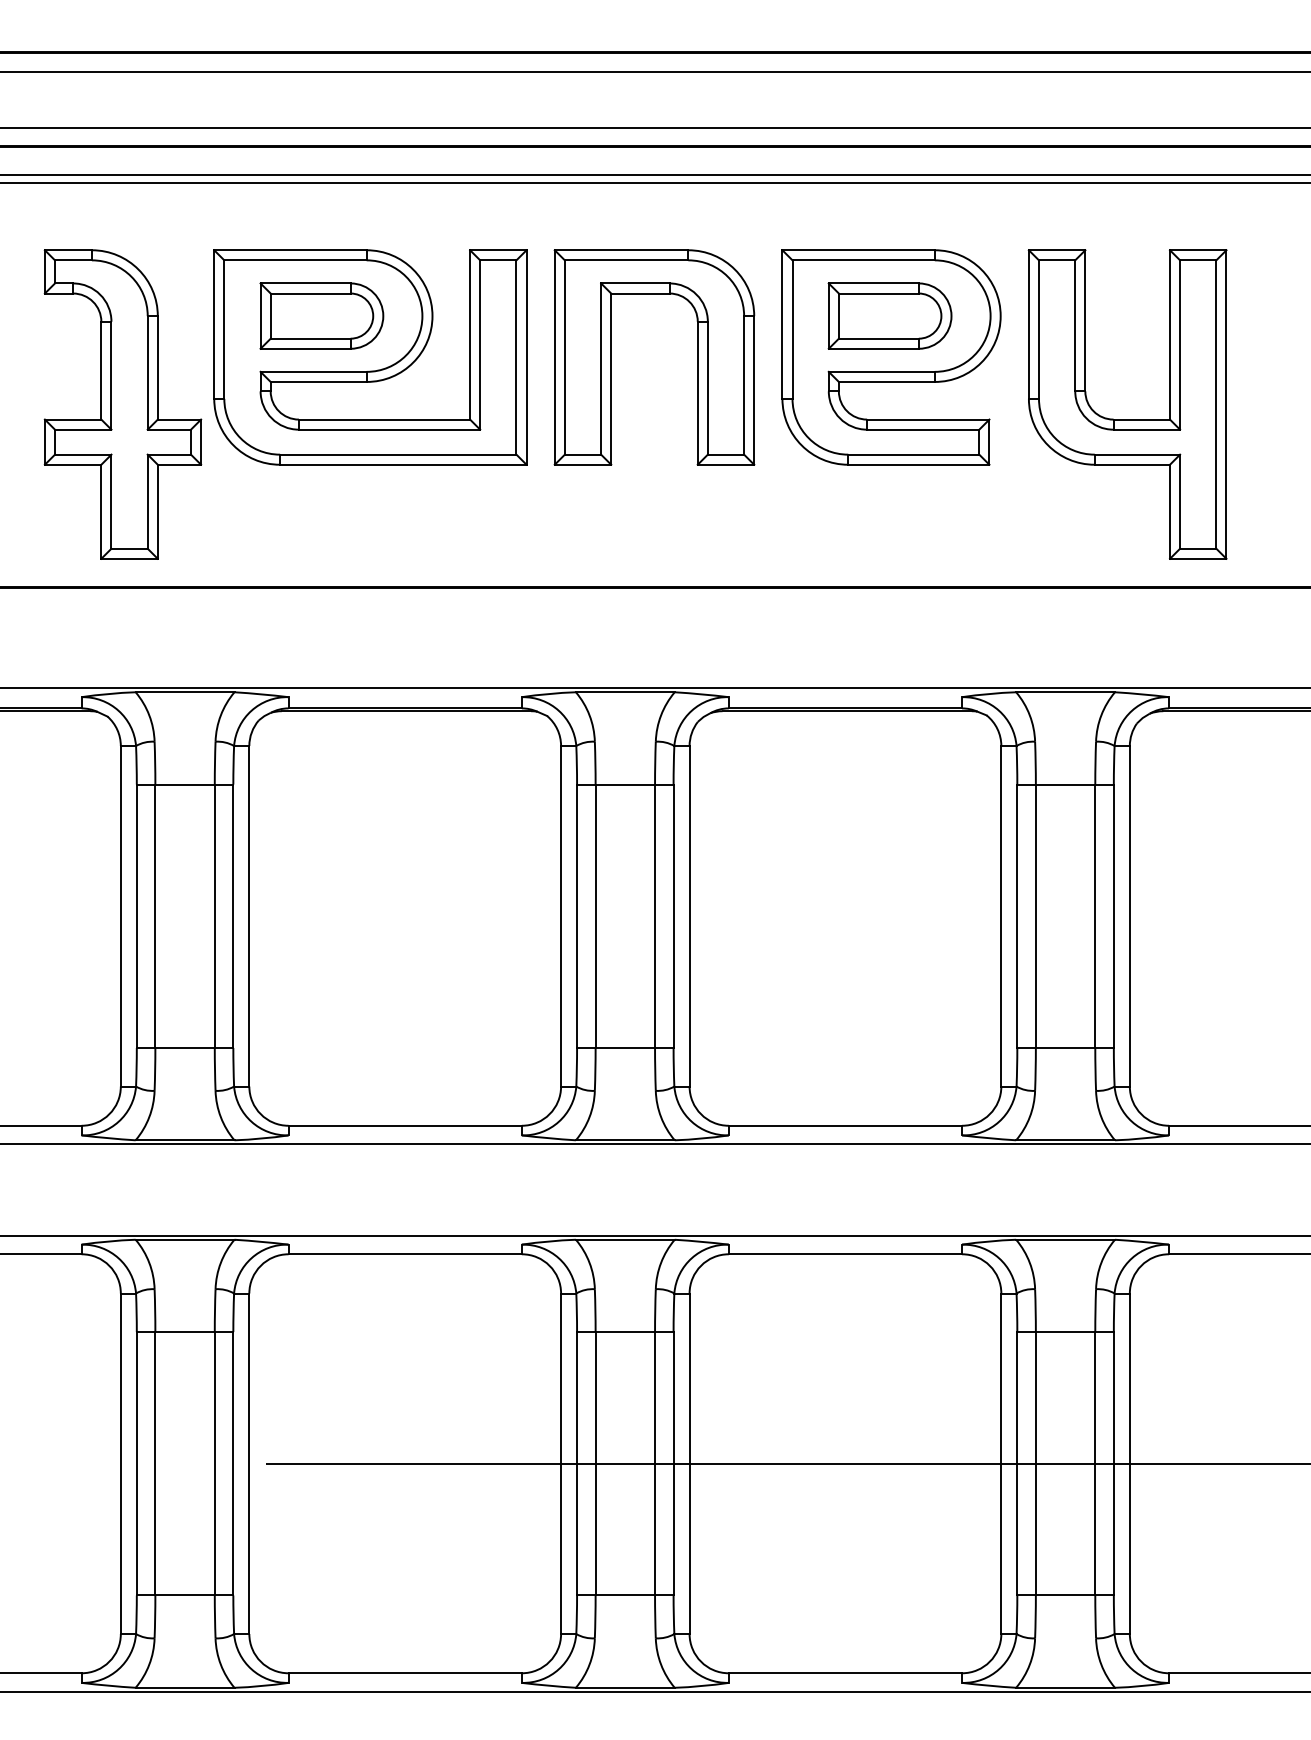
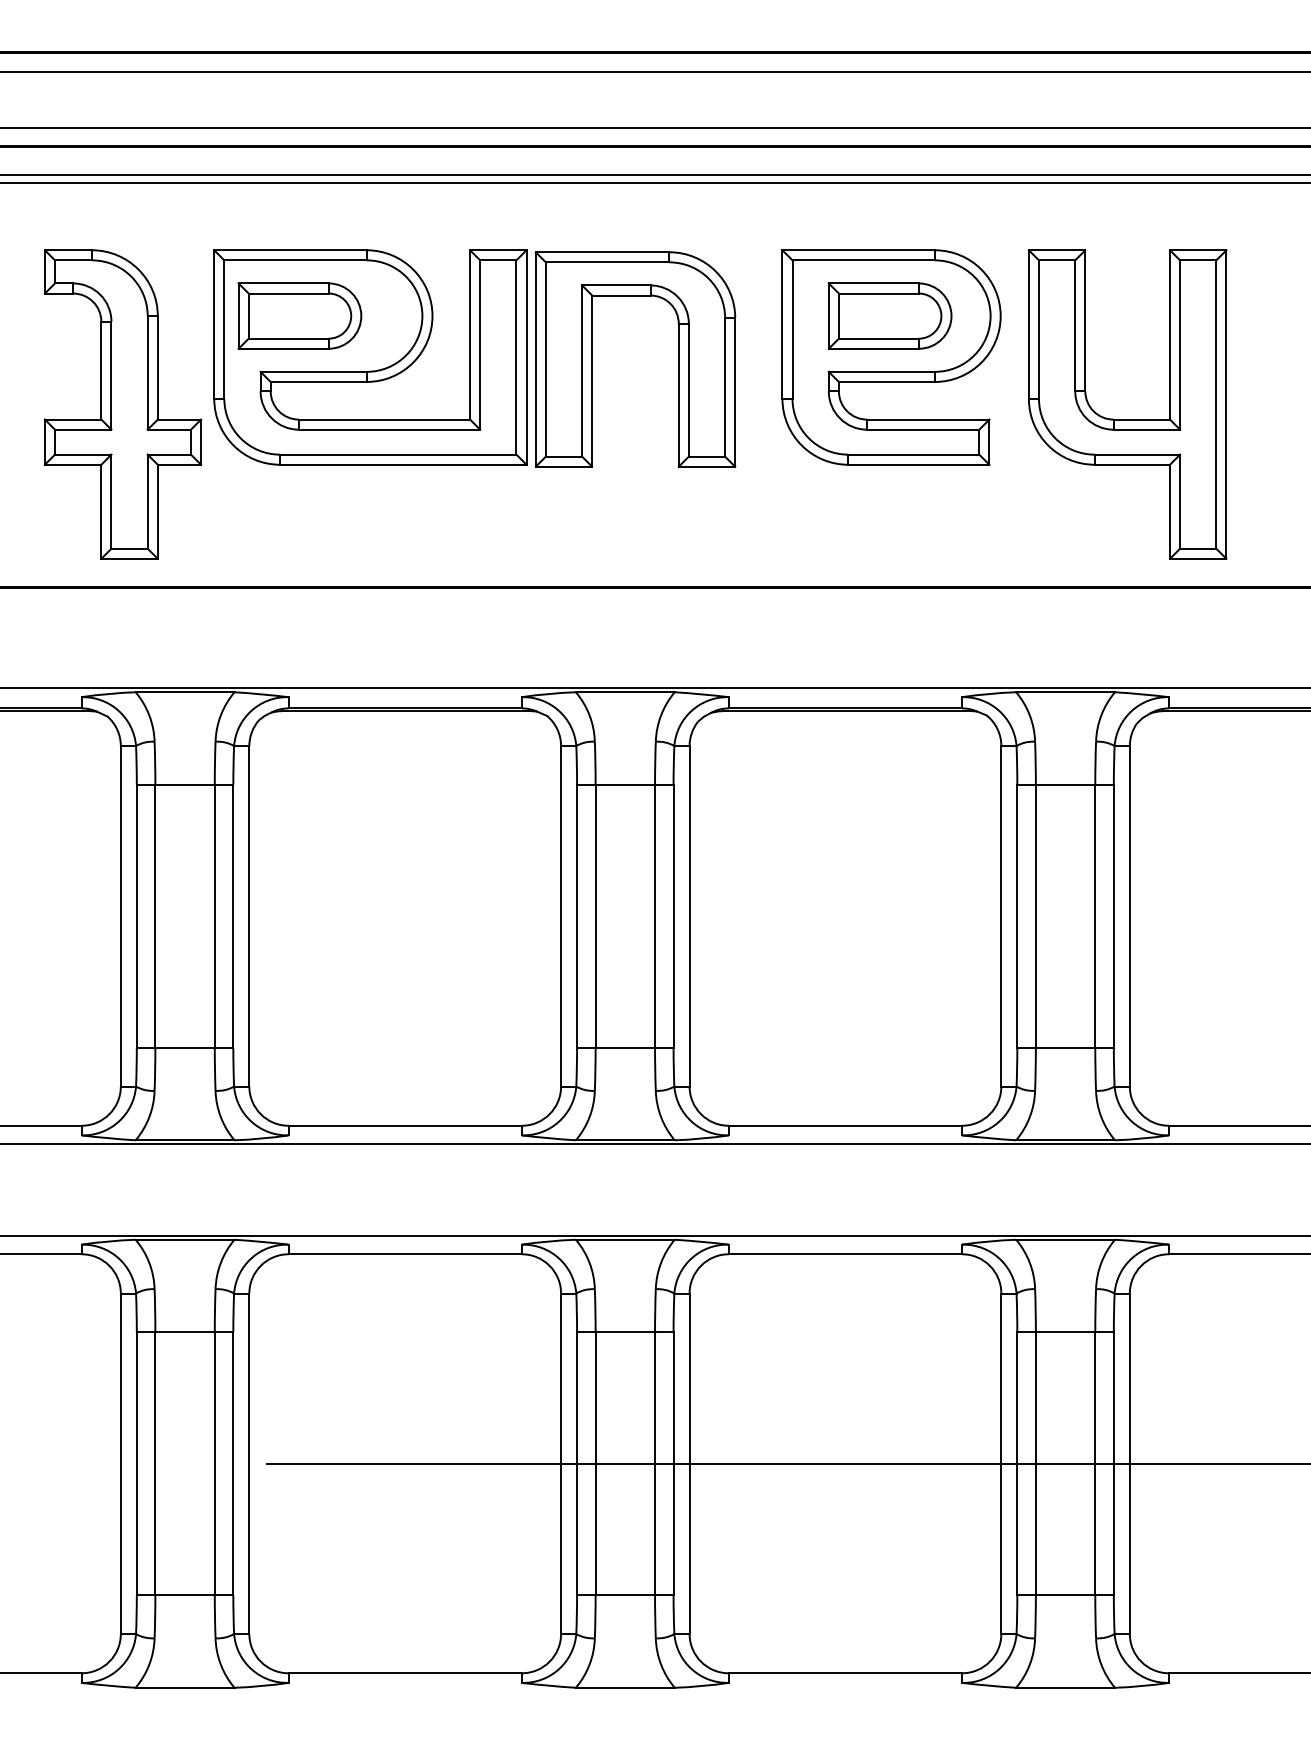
part at (321, 315) position: (321, 315) -> (299, 315)
part at (611, 357) position: (611, 357) -> (592, 359)
line at (654, 1691): present -> none
